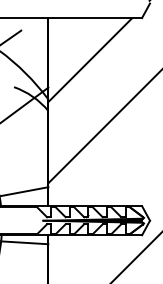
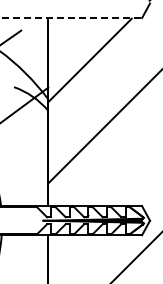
line at (71, 18): solid -> dashed
line at (25, 191): present -> none
line at (25, 242): present -> none
